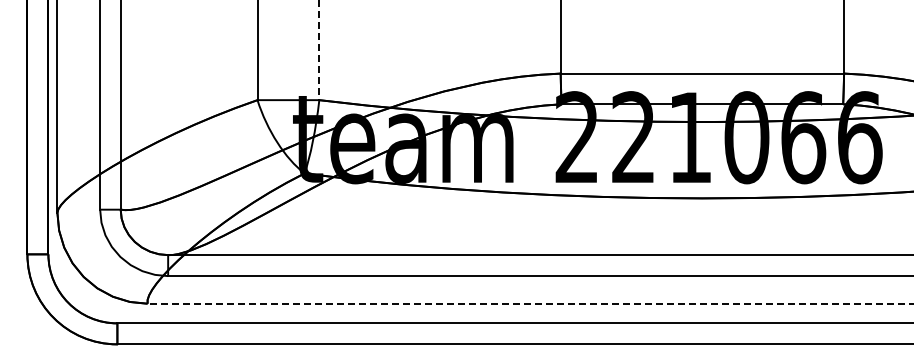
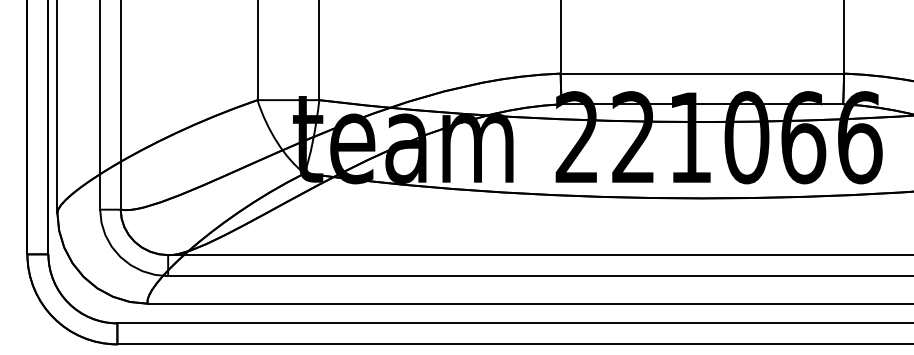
line at (319, 50): dashed -> solid
line at (530, 303): dashed -> solid
